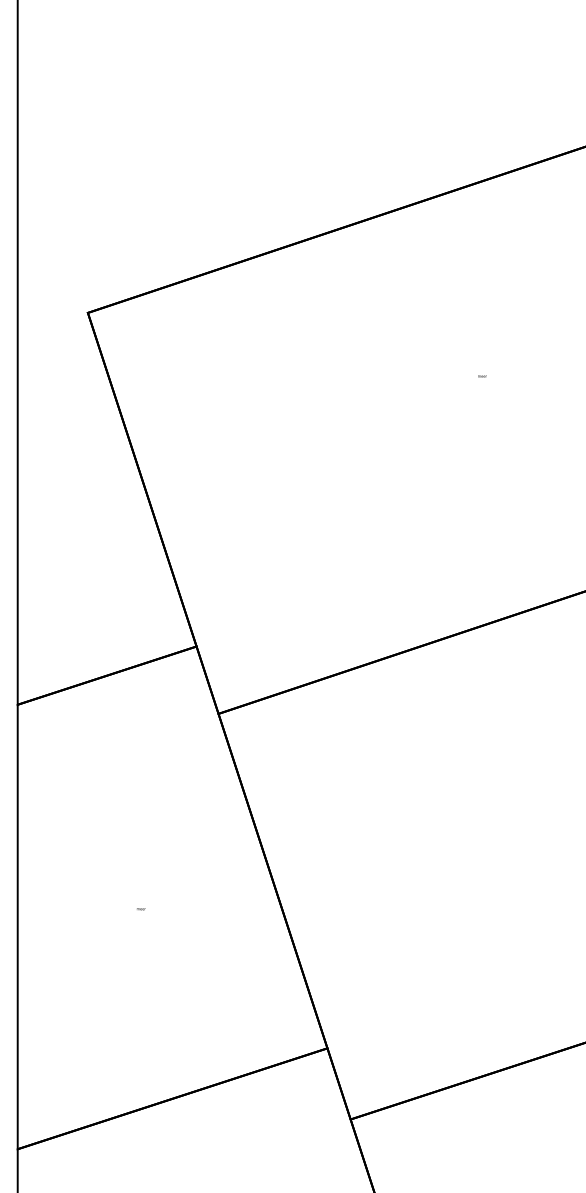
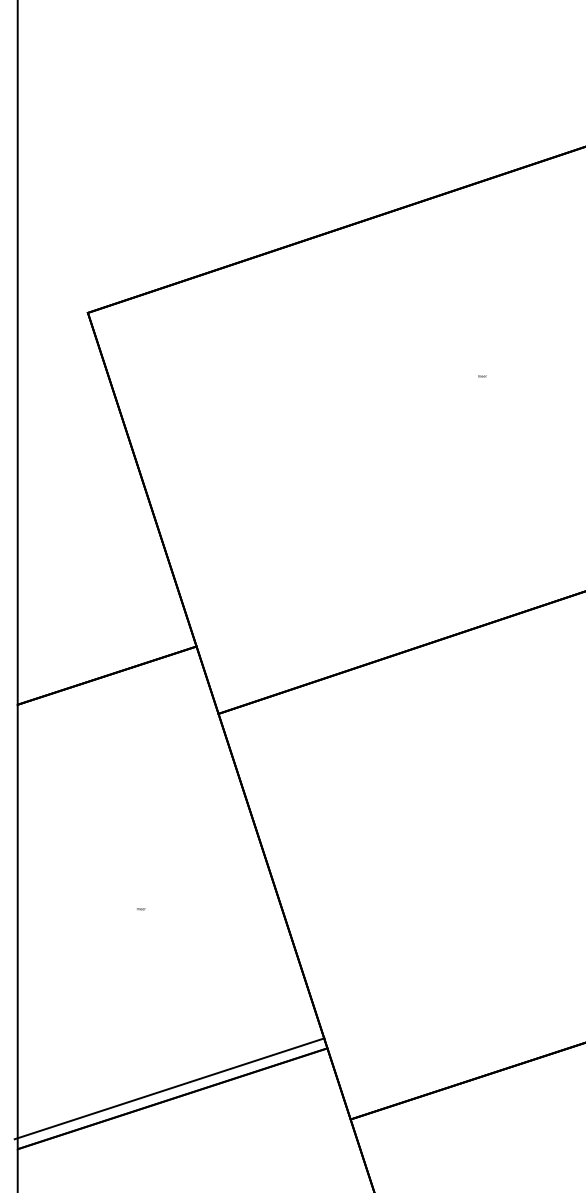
line at (172, 1098) position: (172, 1098) -> (169, 1088)
